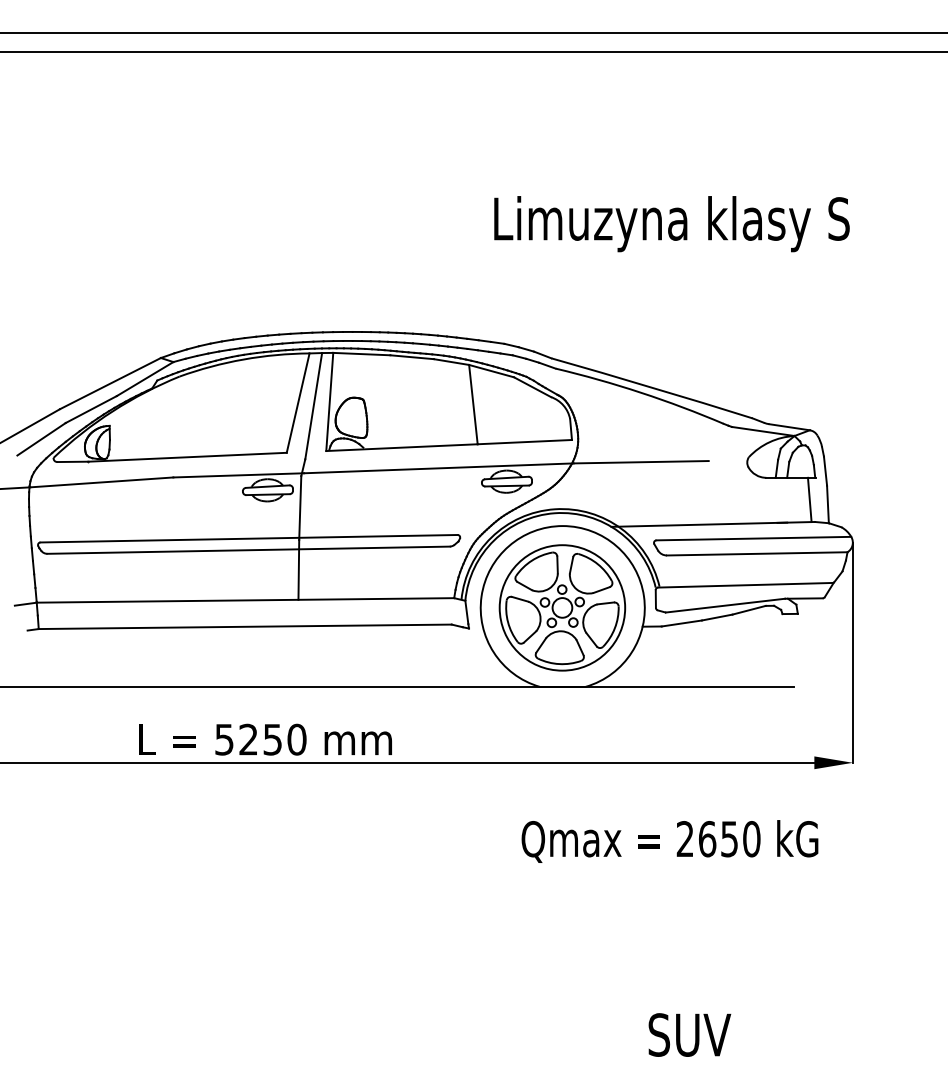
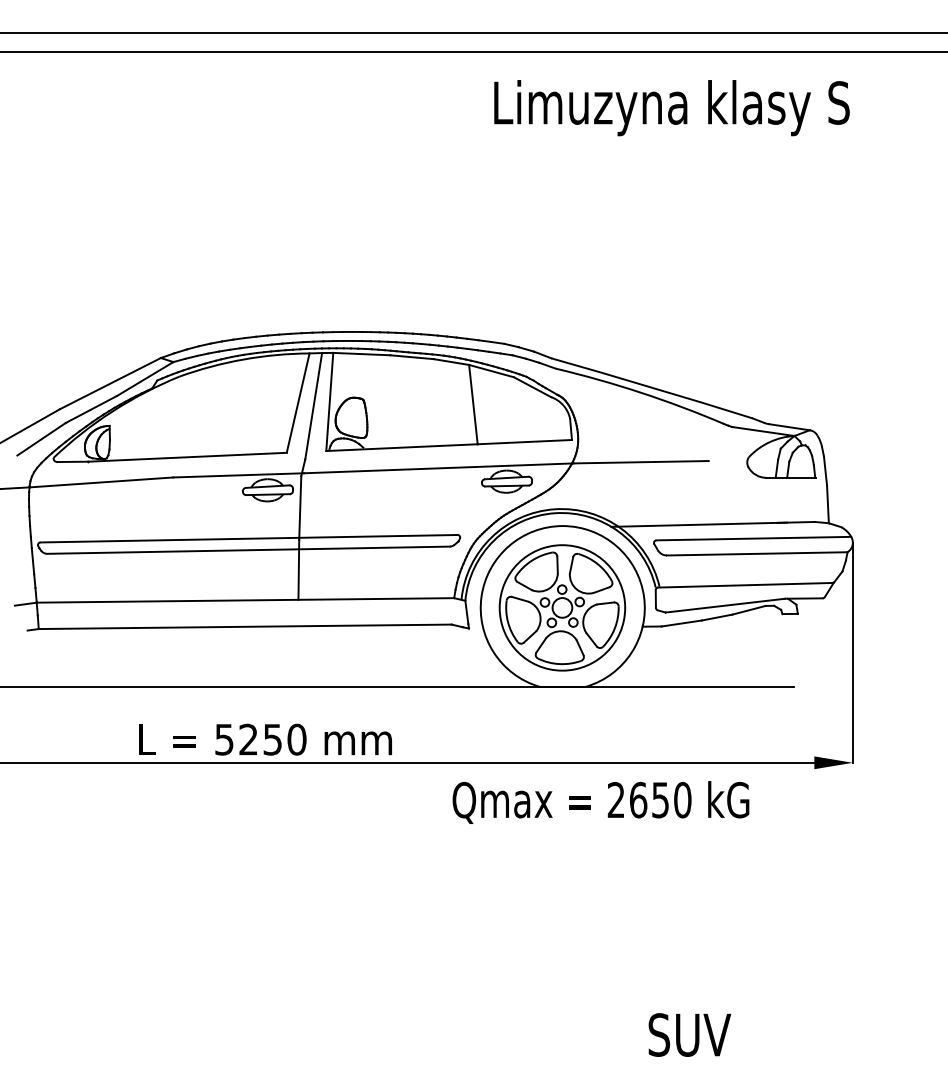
text at (671, 224) position: (671, 224) -> (671, 108)
line at (809, 499): present -> none
text at (669, 841) position: (669, 841) -> (600, 802)
